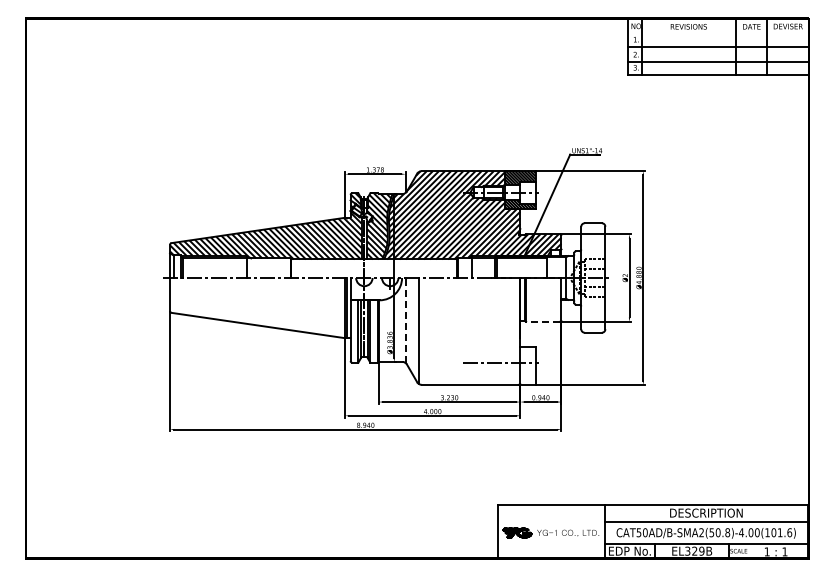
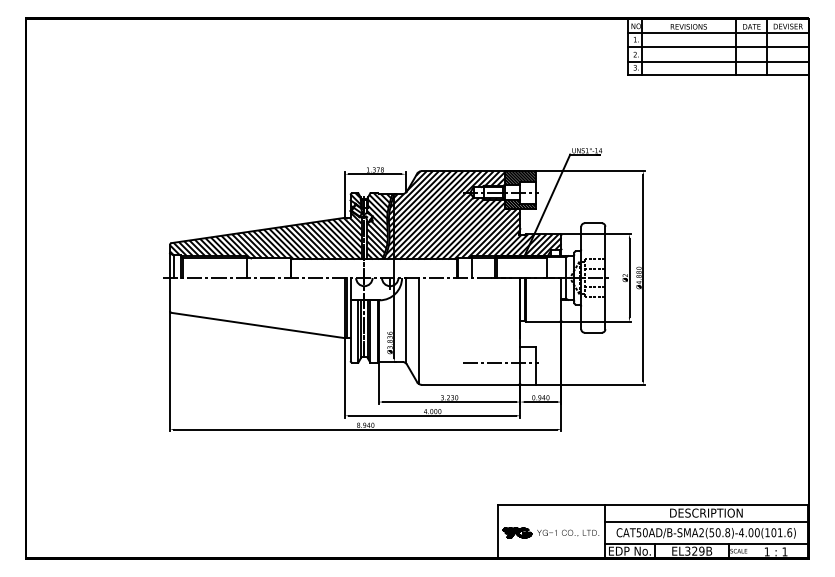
line at (717, 32): none -> present
line at (405, 319): dashed -> solid
line at (542, 321): dashed -> solid
